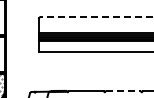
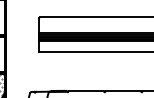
line at (96, 17): dashed -> solid
line at (123, 91): dashed -> solid
